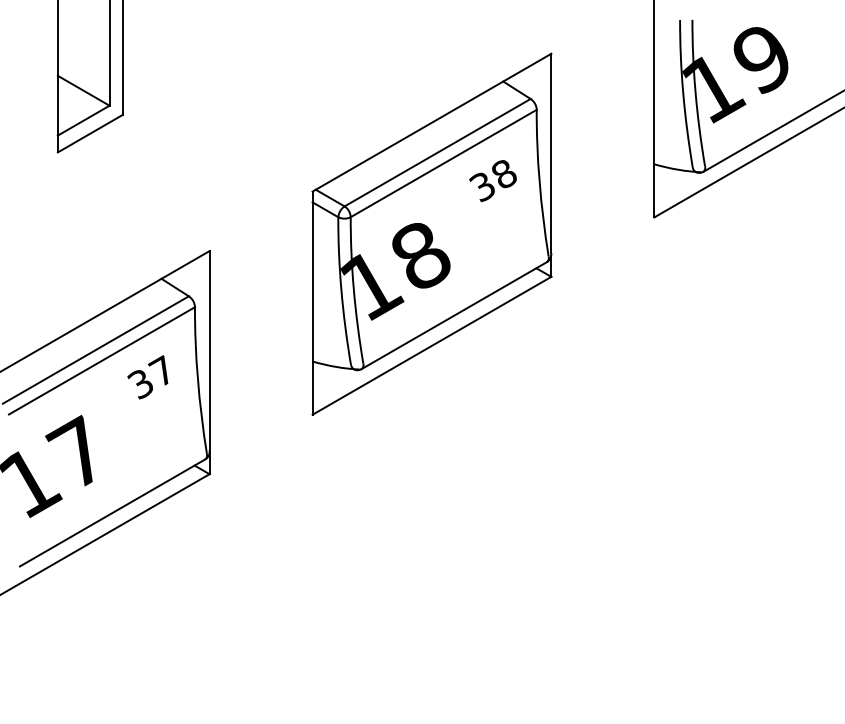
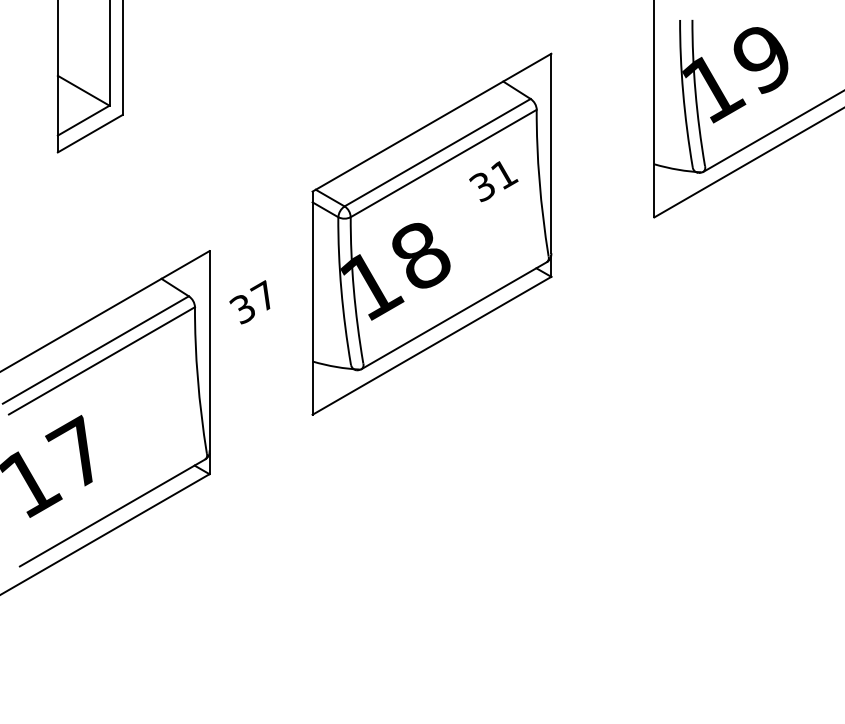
text at (504, 174): 38 -> 31
text at (147, 377) position: (147, 377) -> (249, 302)
